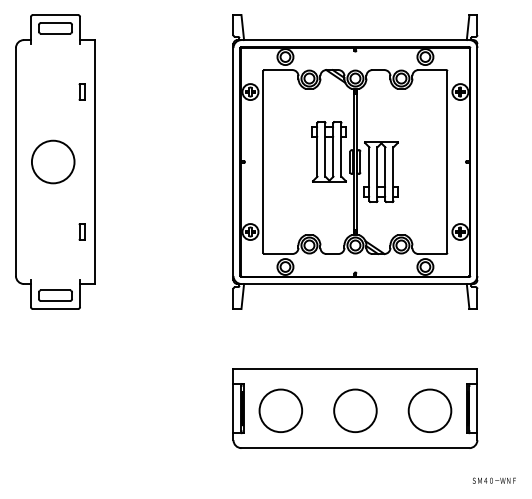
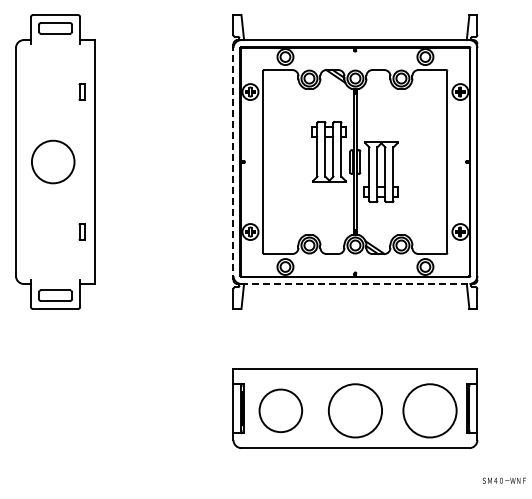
line at (233, 162): solid -> dashed
line at (355, 284): solid -> dashed
circle at (355, 410) diameter: 43 px -> 53 px
circle at (429, 410) diameter: 43 px -> 53 px
text at (494, 480) position: (494, 480) -> (504, 480)
